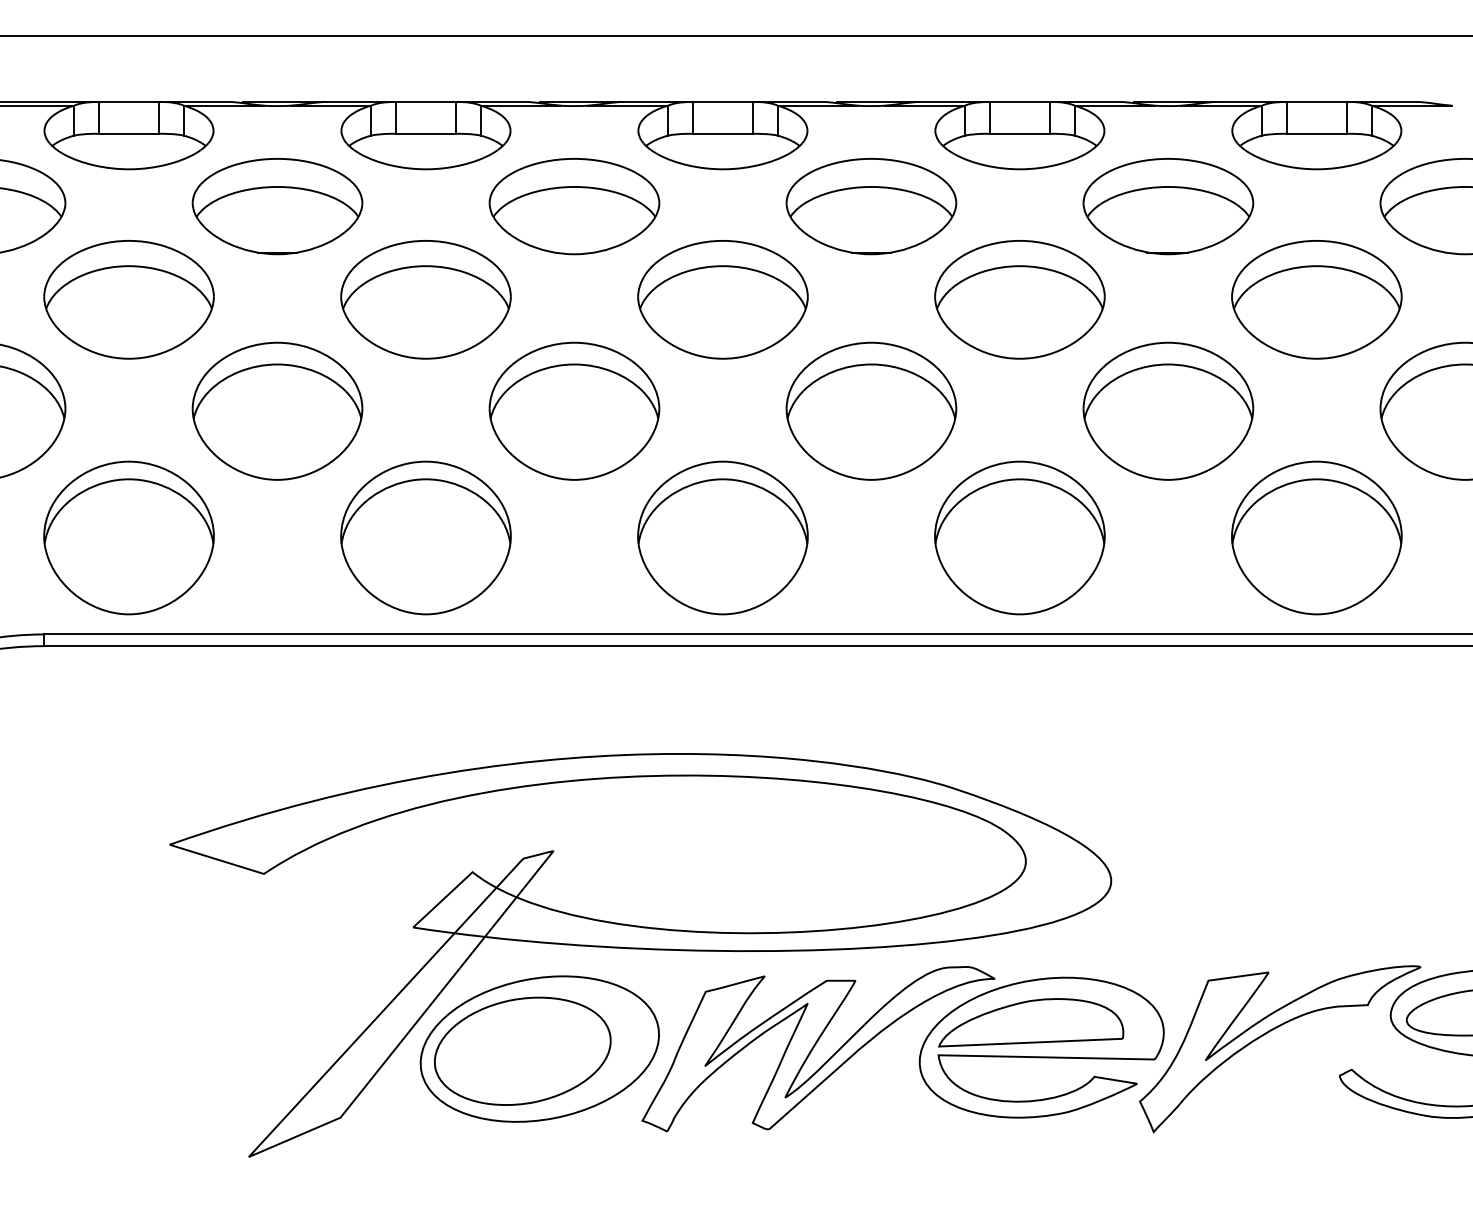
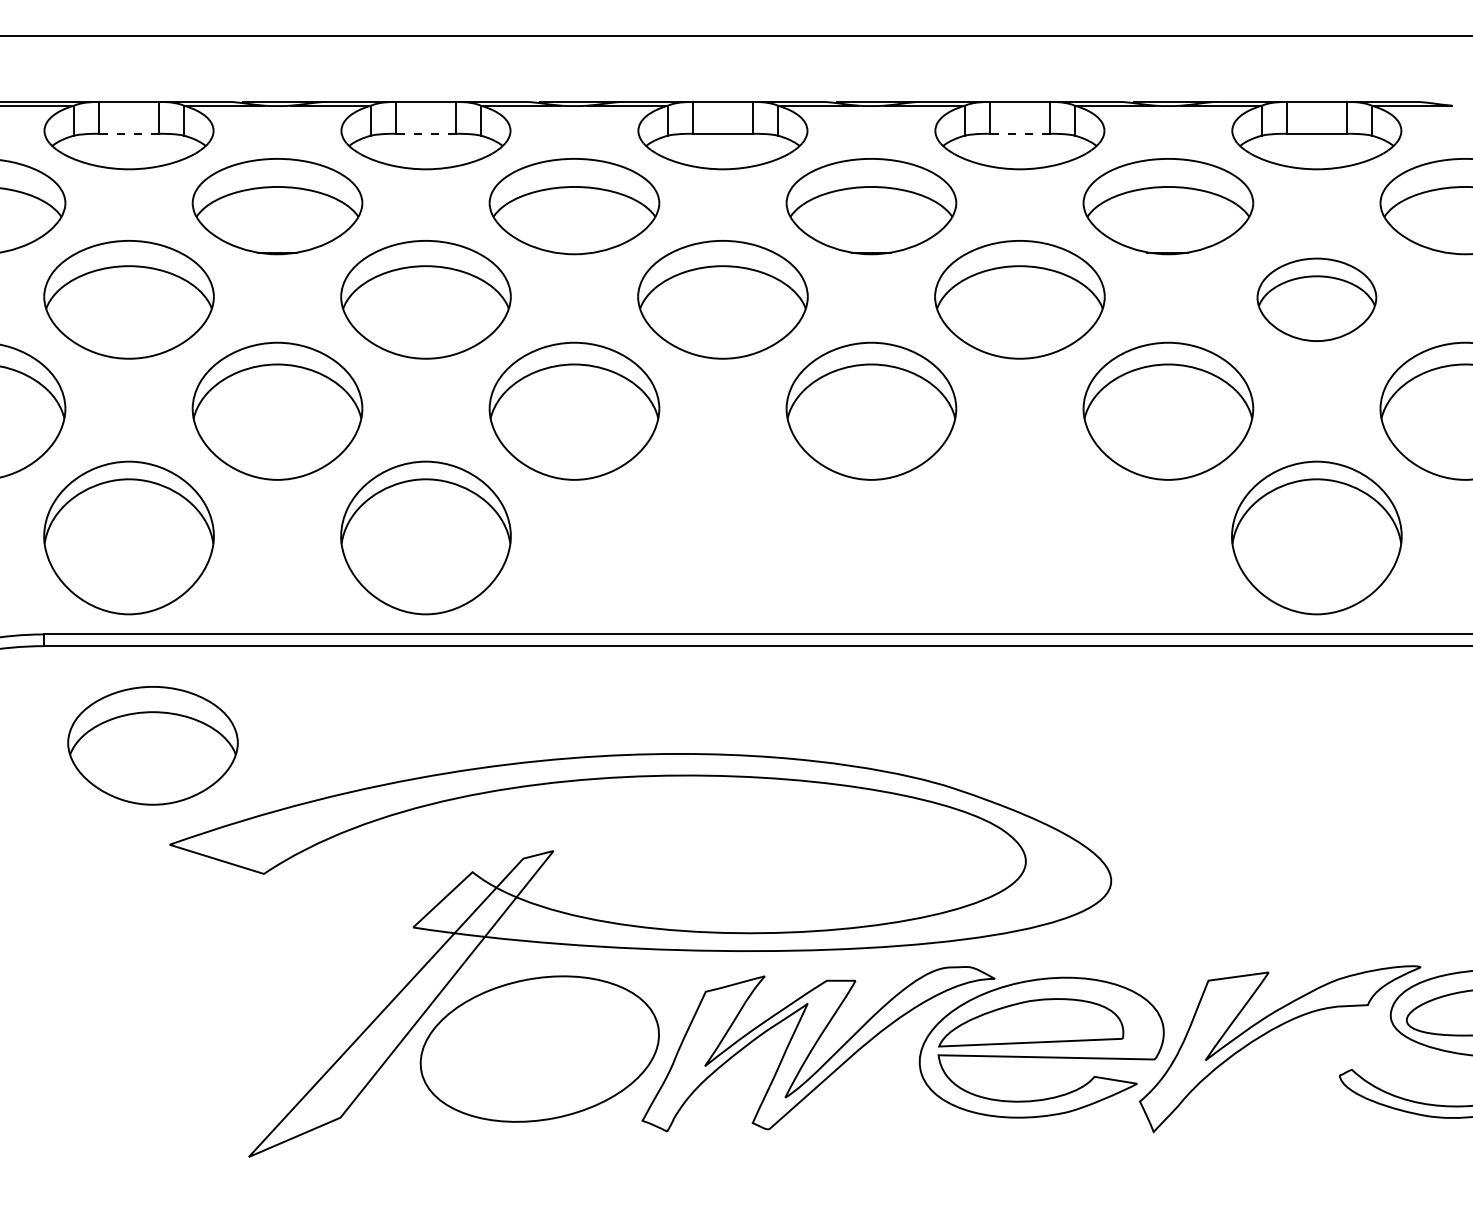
line at (128, 133): solid -> dashed
line at (425, 133): solid -> dashed
line at (1019, 133): solid -> dashed
part at (1316, 299) size: 172x120 px -> 122x85 px
part at (722, 537): present -> none
part at (1019, 537): present -> none
part at (152, 745): none -> present
part at (522, 1050): present -> none
